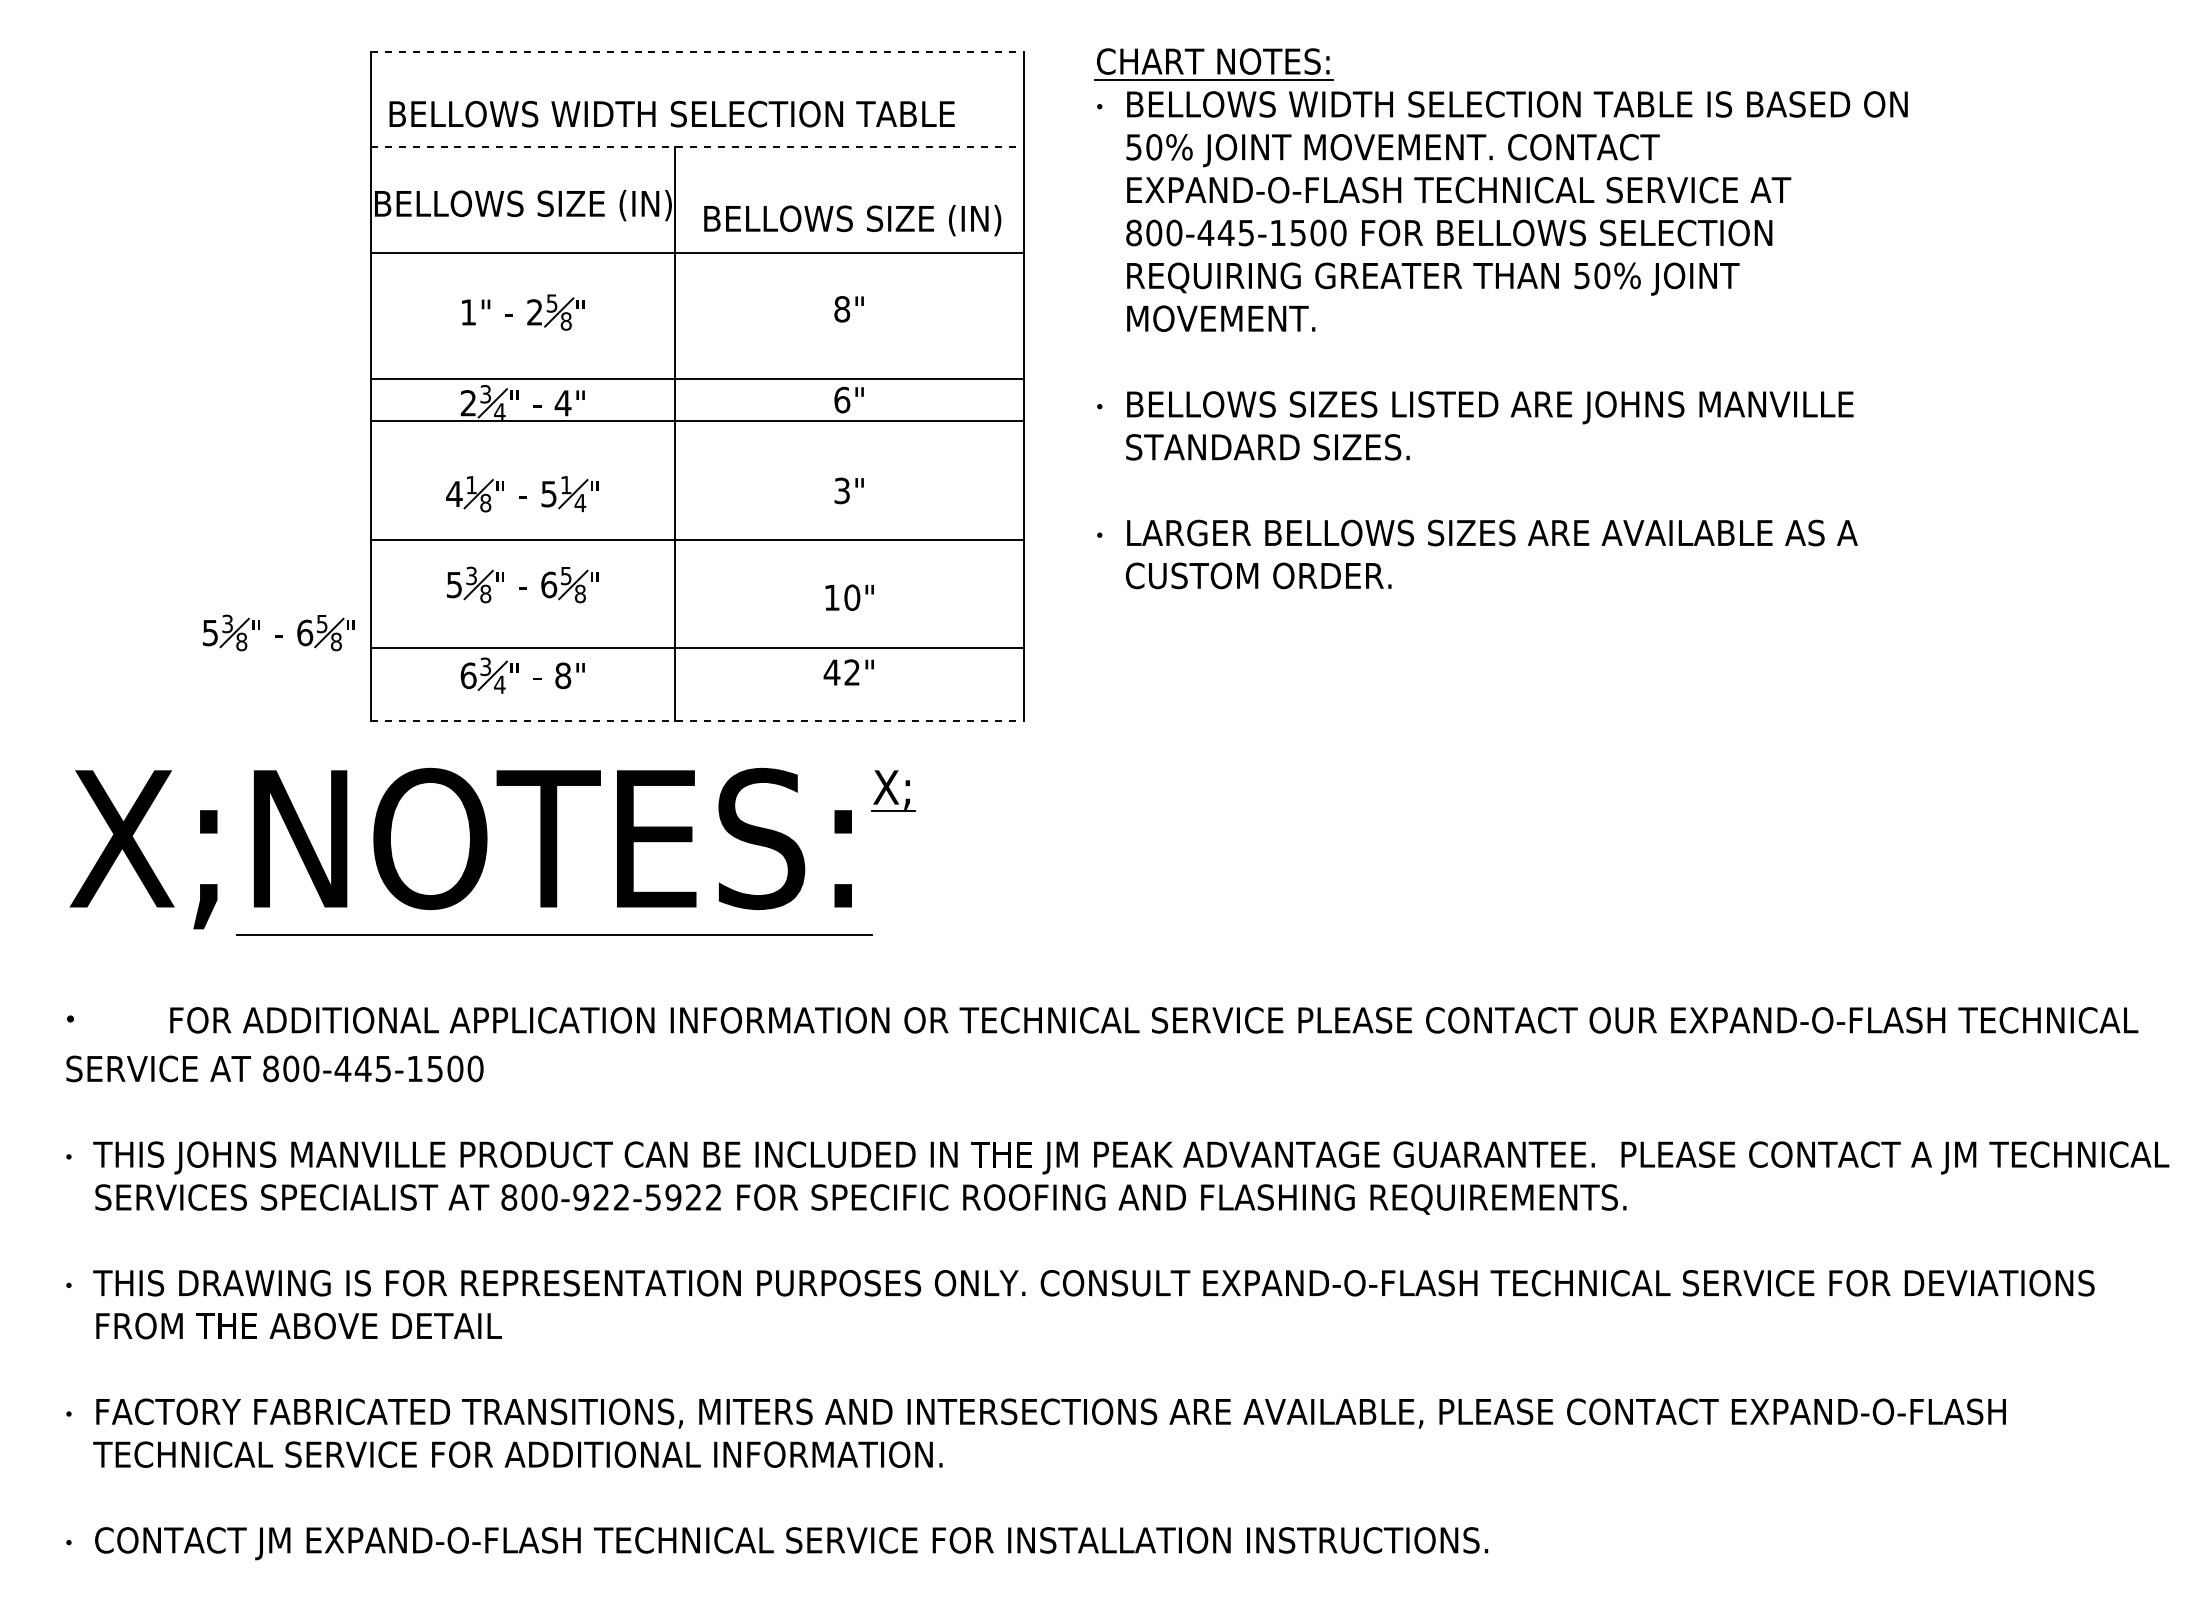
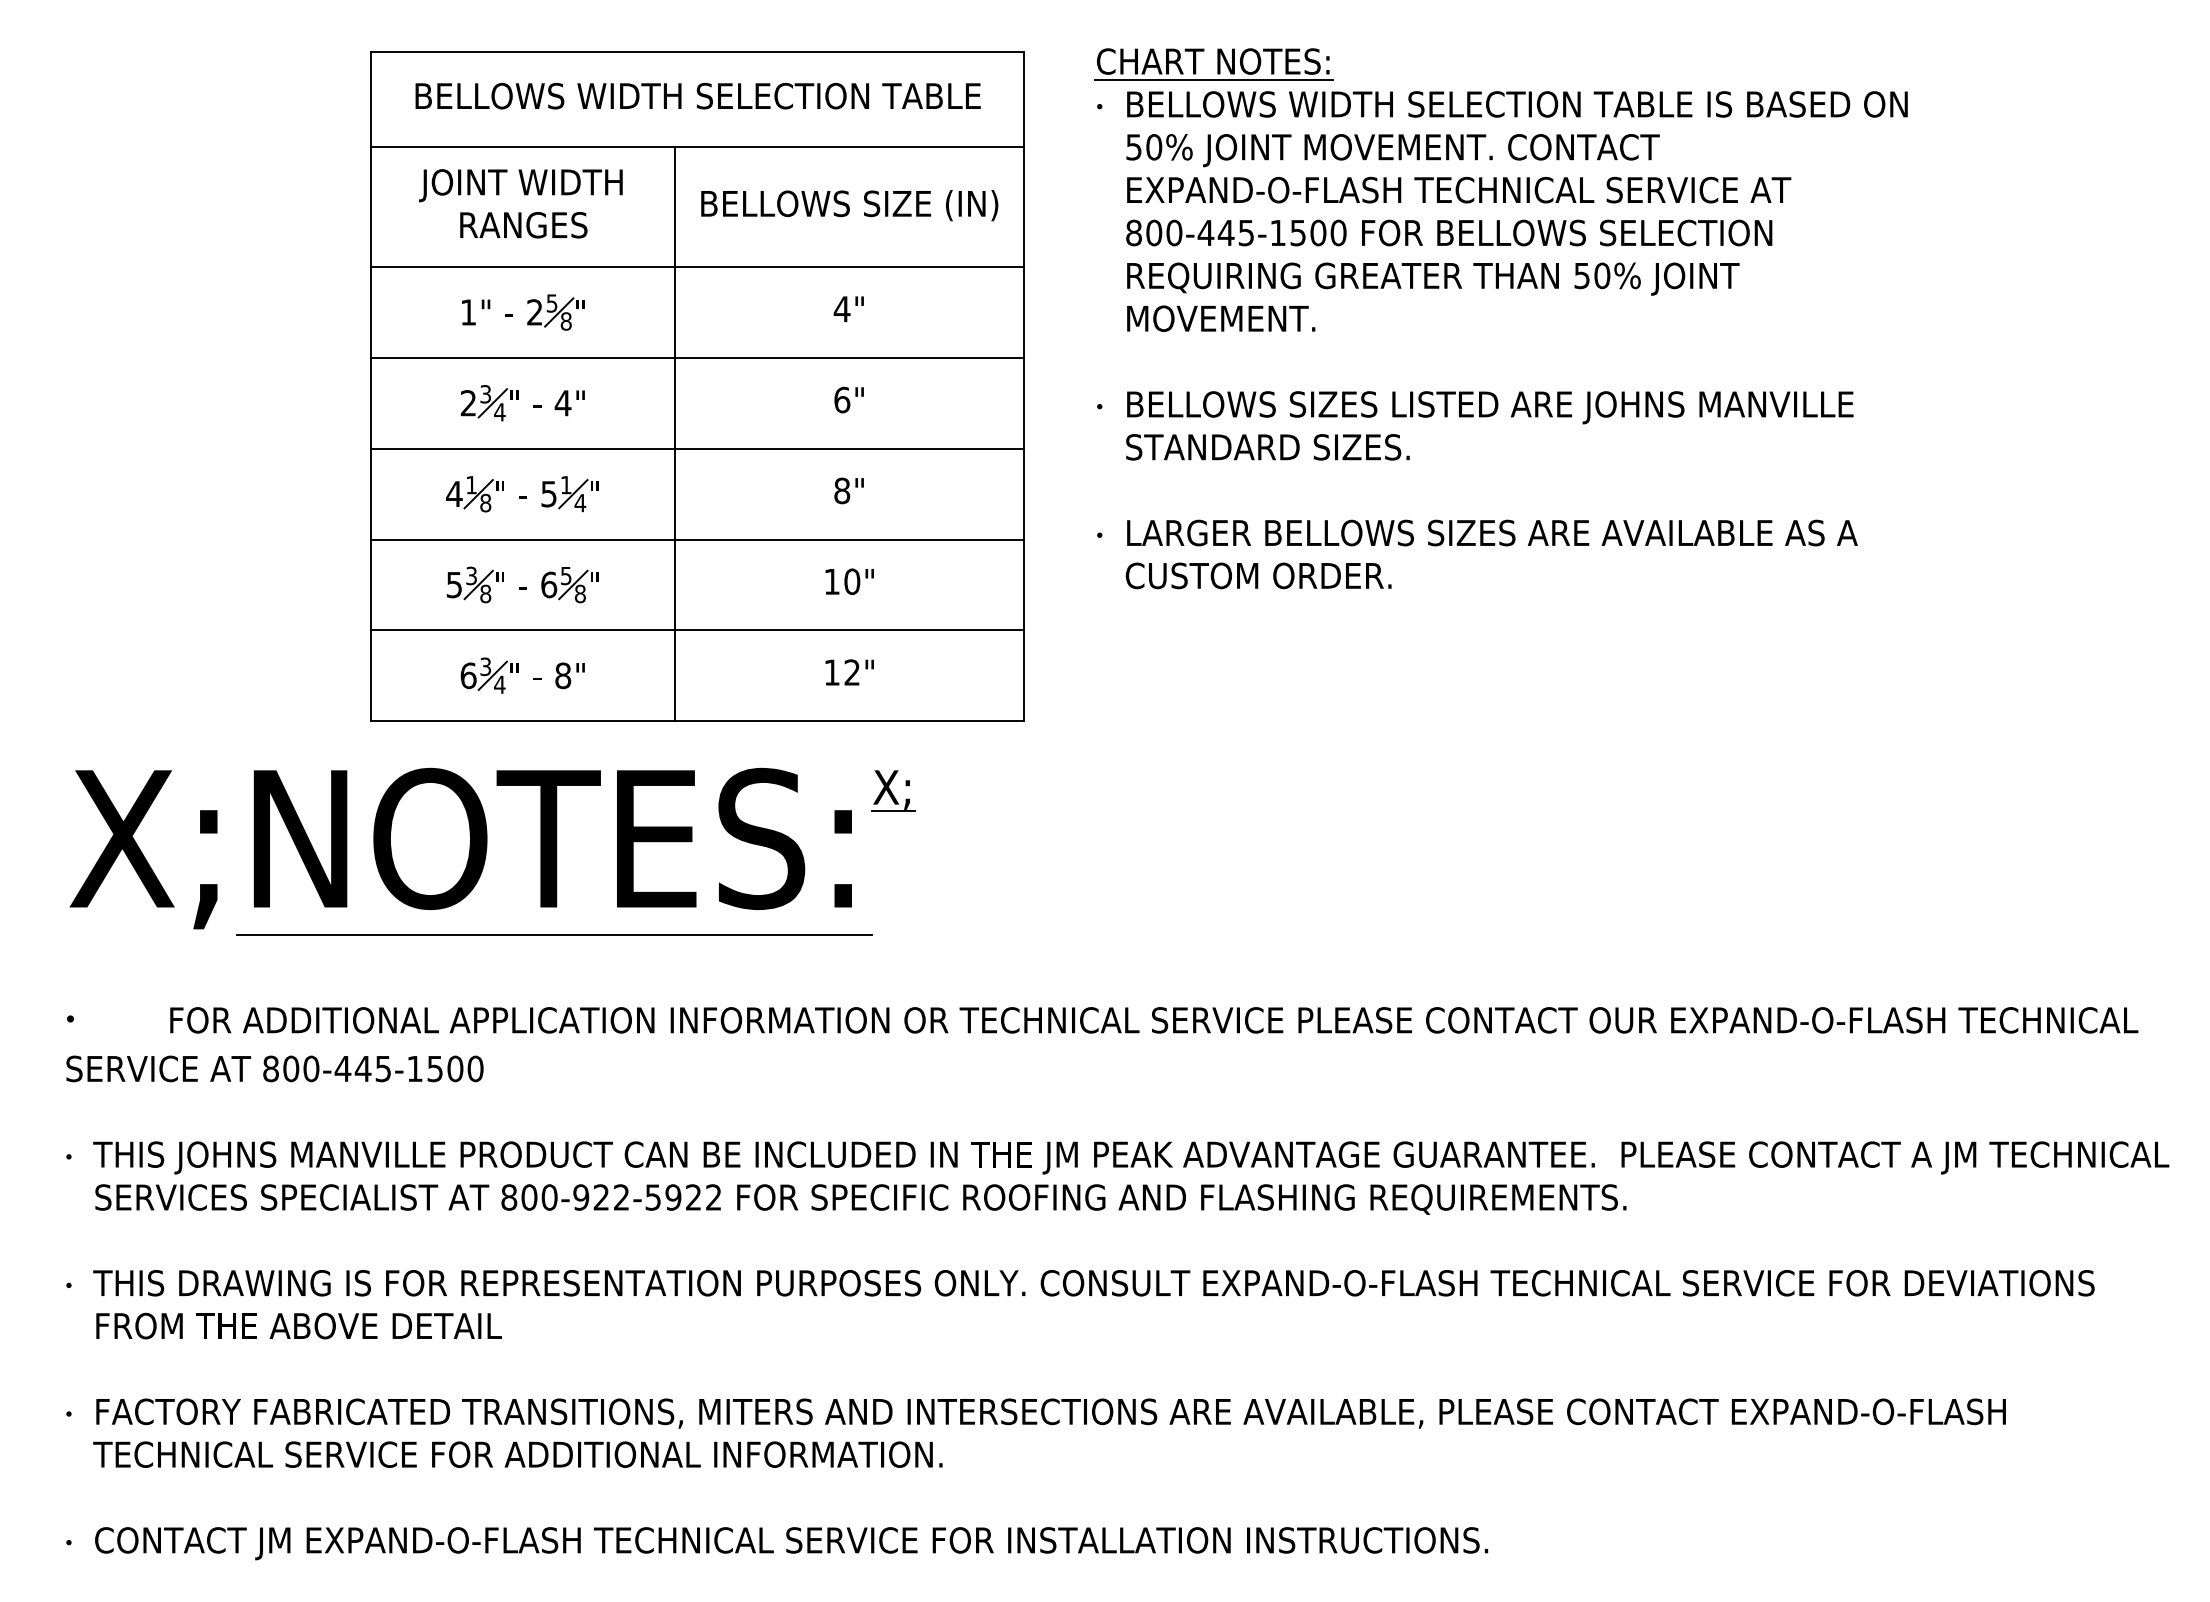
line at (698, 51): dashed -> solid
text at (671, 113) position: (671, 113) -> (697, 95)
line at (698, 146): dashed -> solid
text at (523, 203): BELLOWS SIZE (IN) -> JOINT WIDTH RANGES
text at (852, 220) position: (852, 220) -> (849, 205)
line at (697, 253) position: (697, 253) -> (697, 267)
text at (841, 309): 8" -> 4"
line at (697, 378) position: (697, 378) -> (697, 357)
line at (697, 420) position: (697, 420) -> (697, 448)
text at (842, 490): 3" -> 8"
text at (849, 597) position: (849, 597) -> (849, 581)
part at (278, 632): present -> none
line at (697, 648) position: (697, 648) -> (697, 630)
text at (831, 672): 42" -> 12"
line at (698, 721): dashed -> solid
